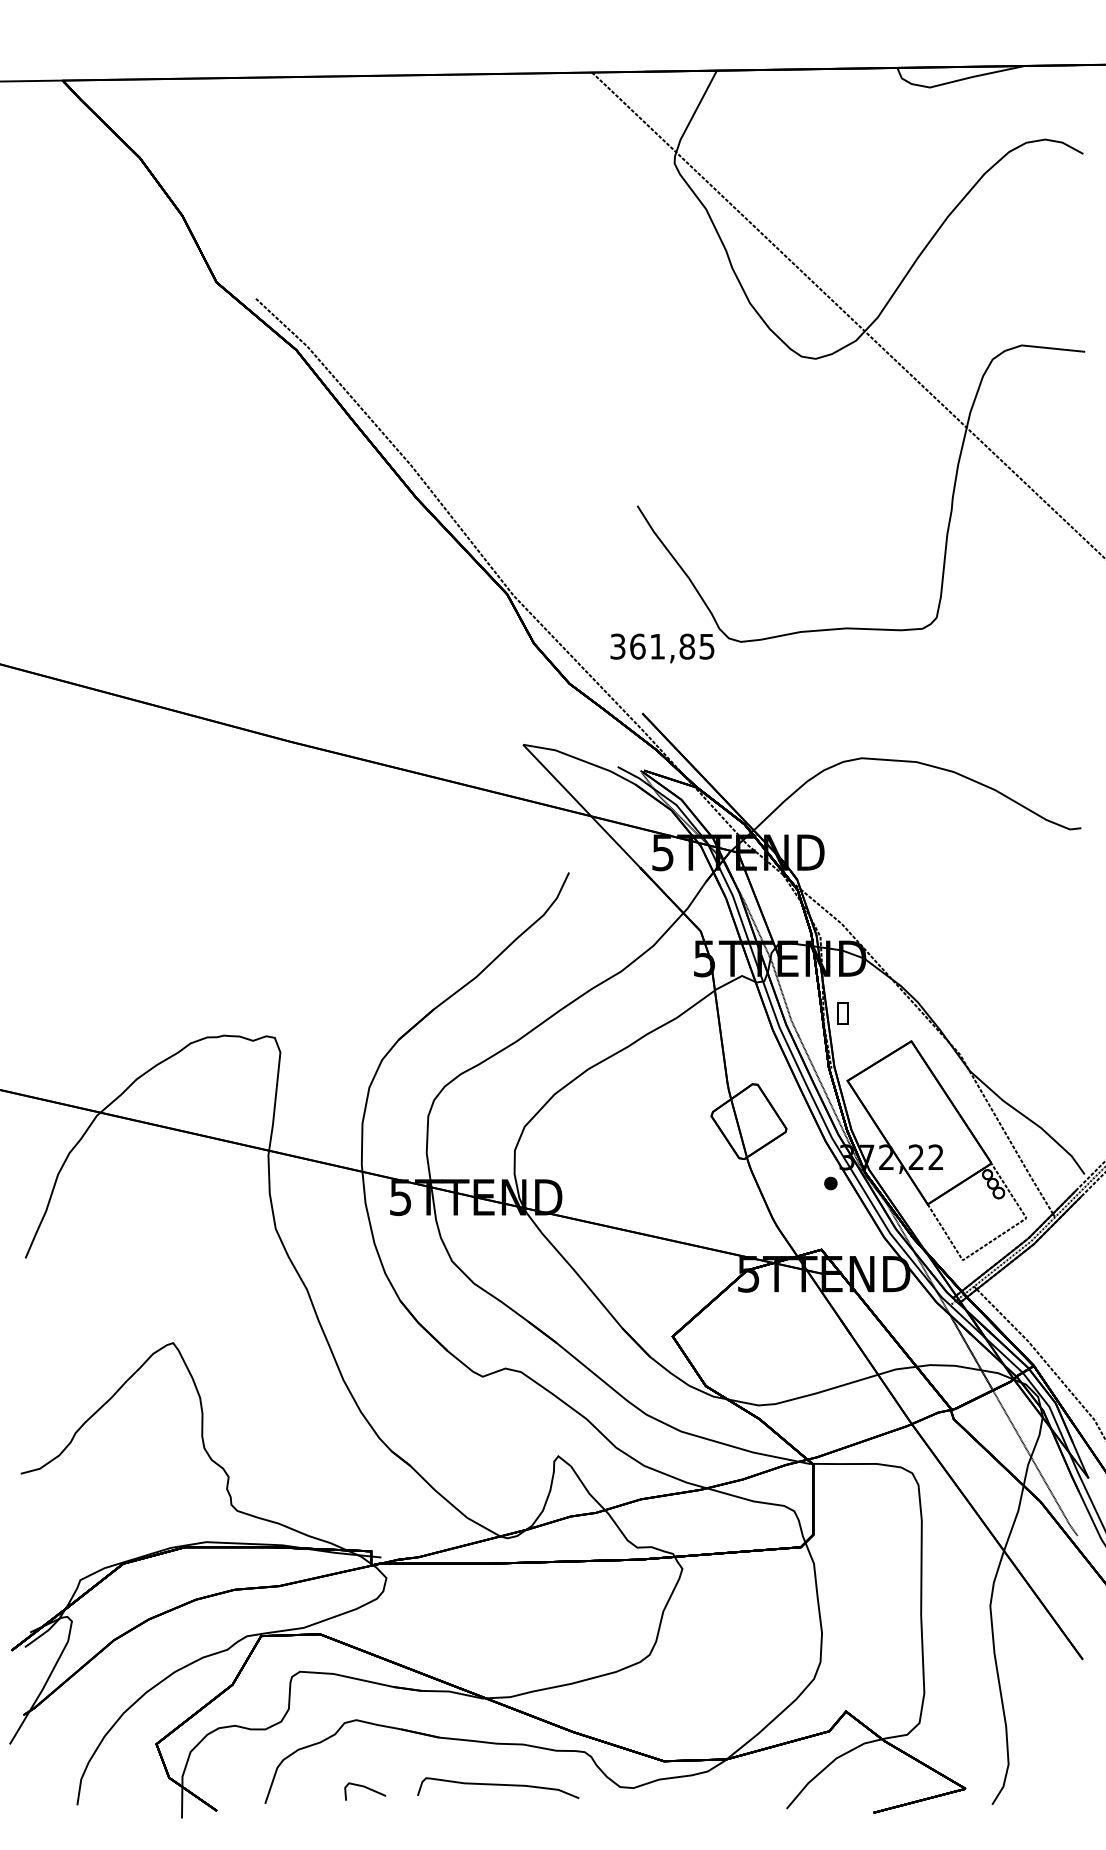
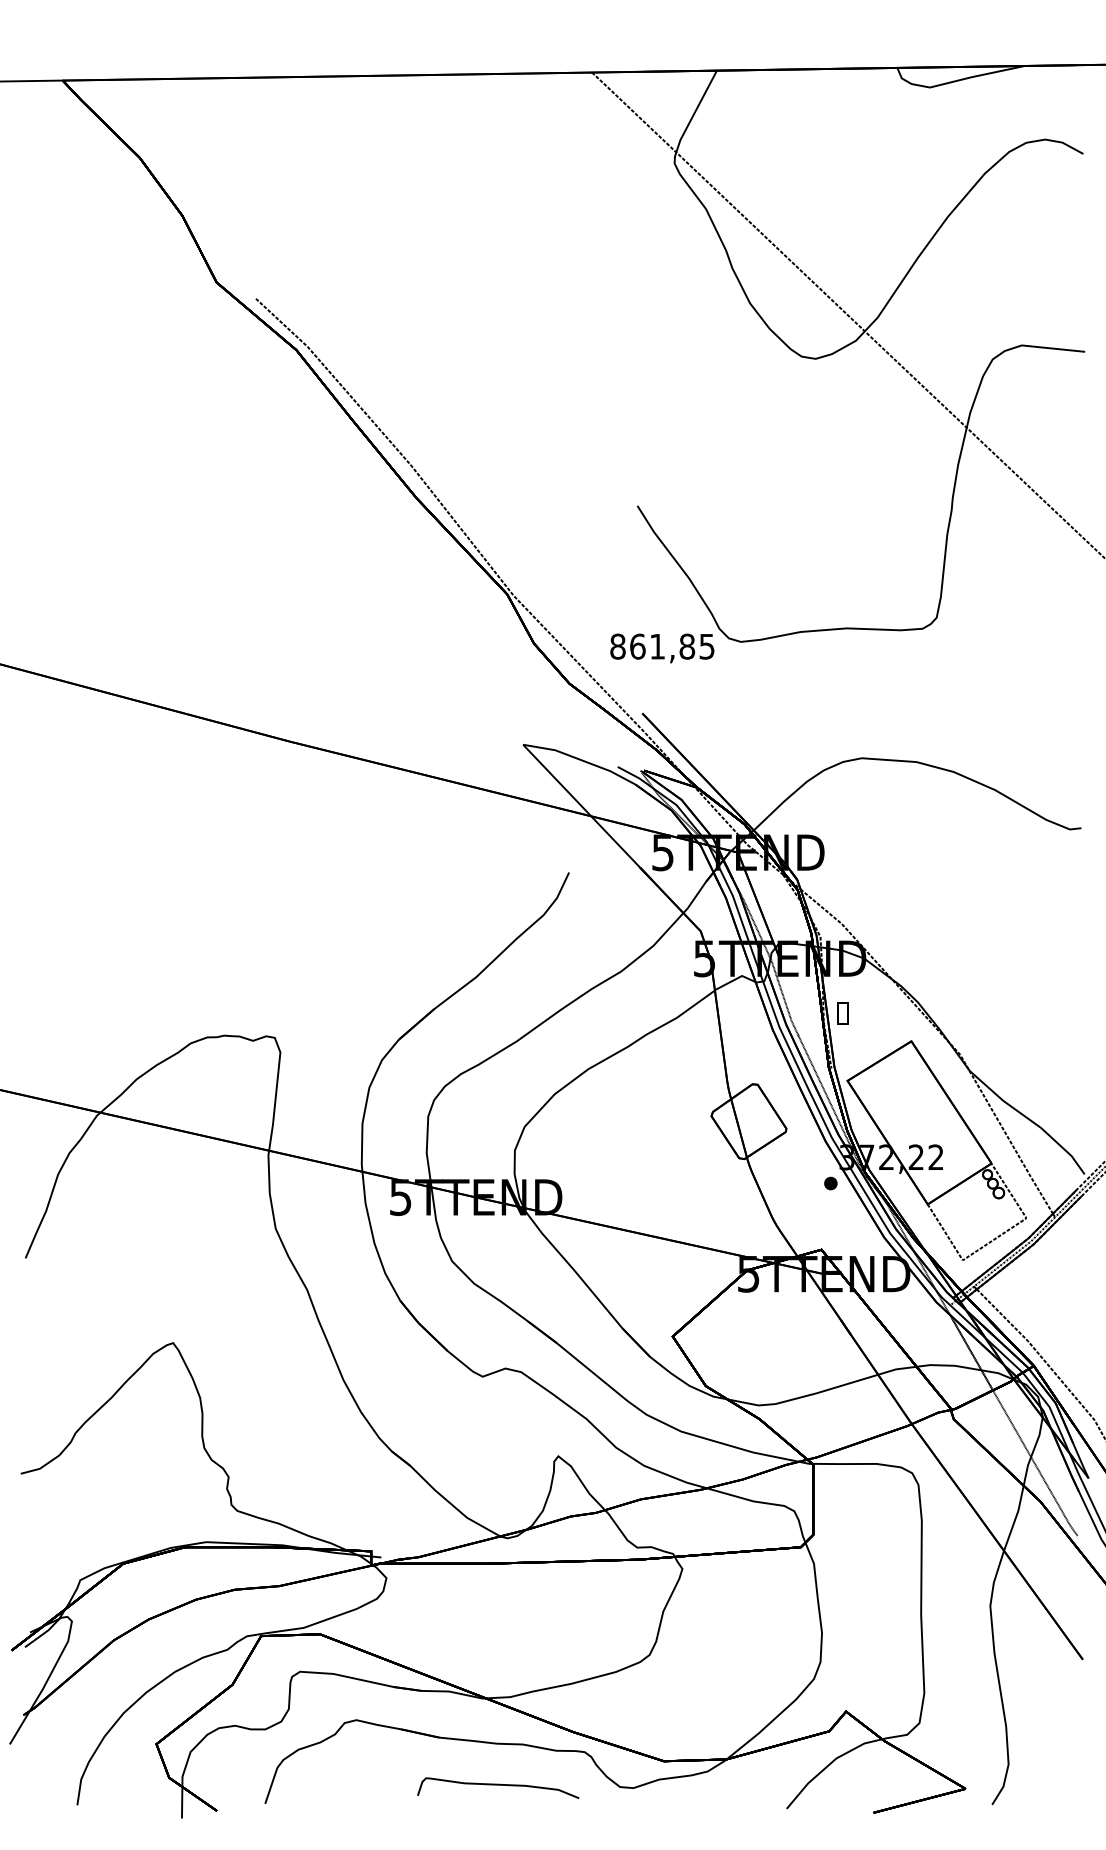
text at (617, 646): 361,85 -> 861,85
line at (365, 1788): present -> none
